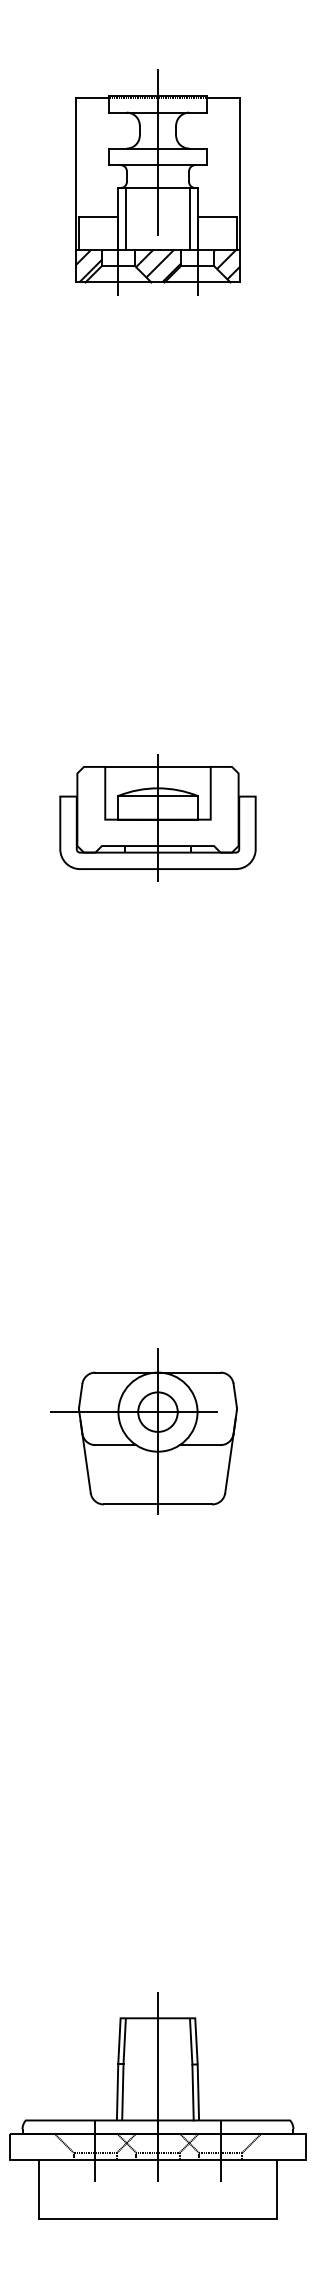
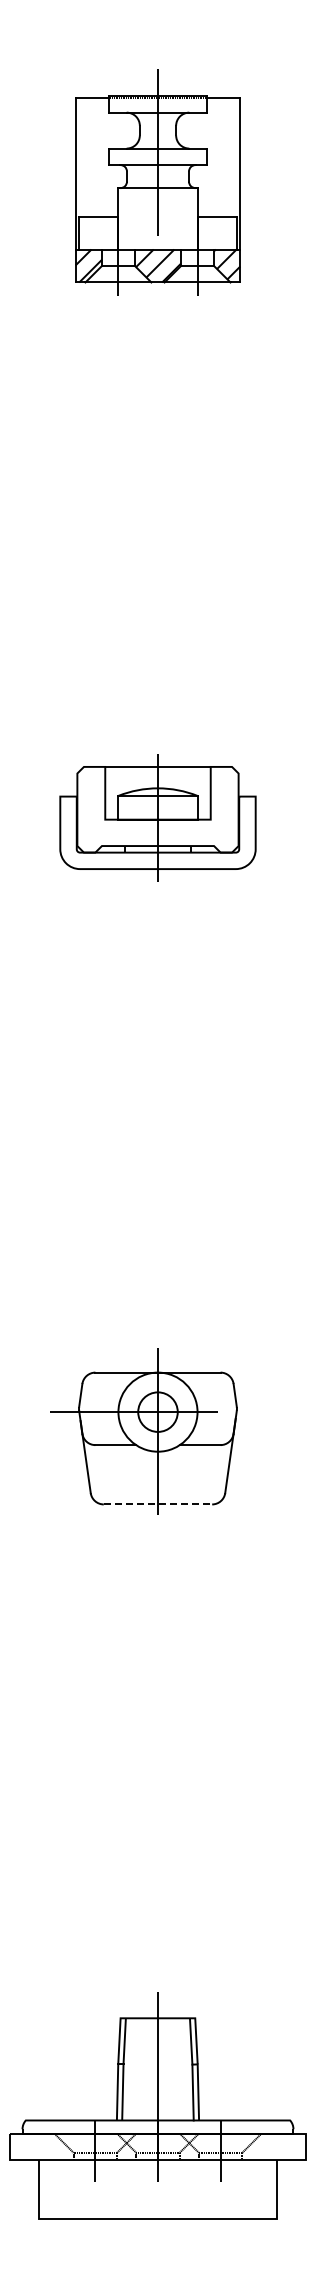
line at (125, 218): present -> none
line at (190, 218): present -> none
line at (158, 1504): solid -> dashed
